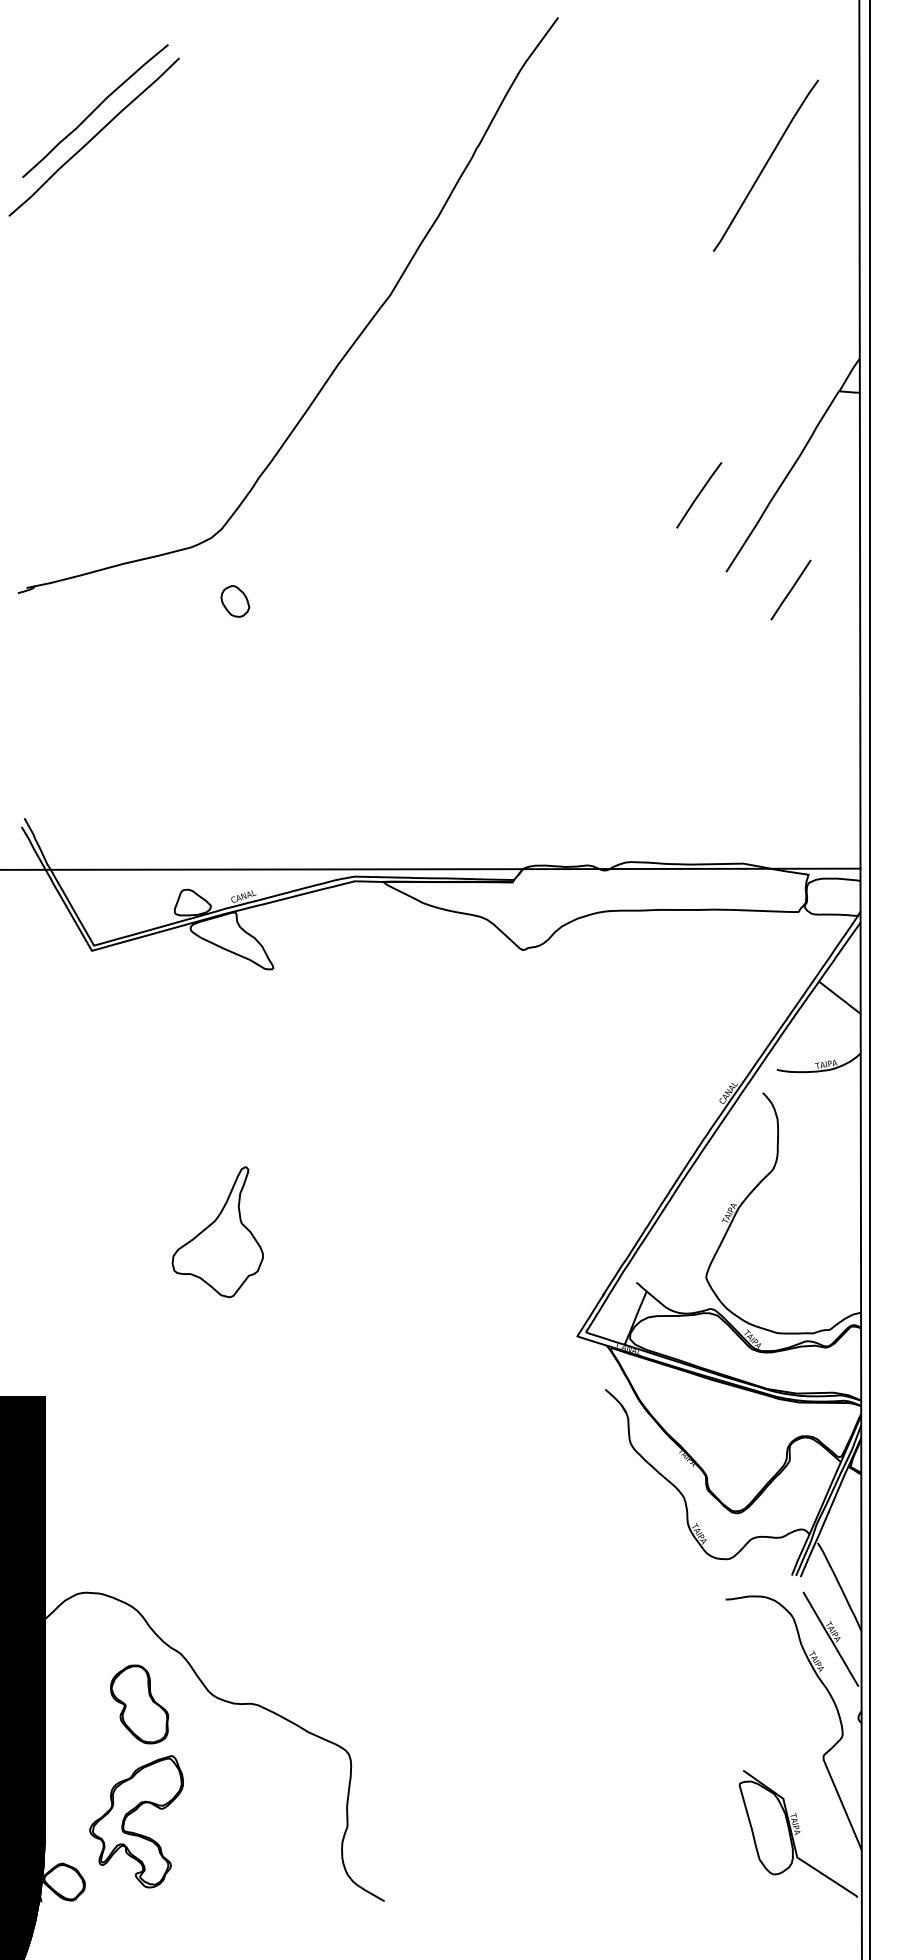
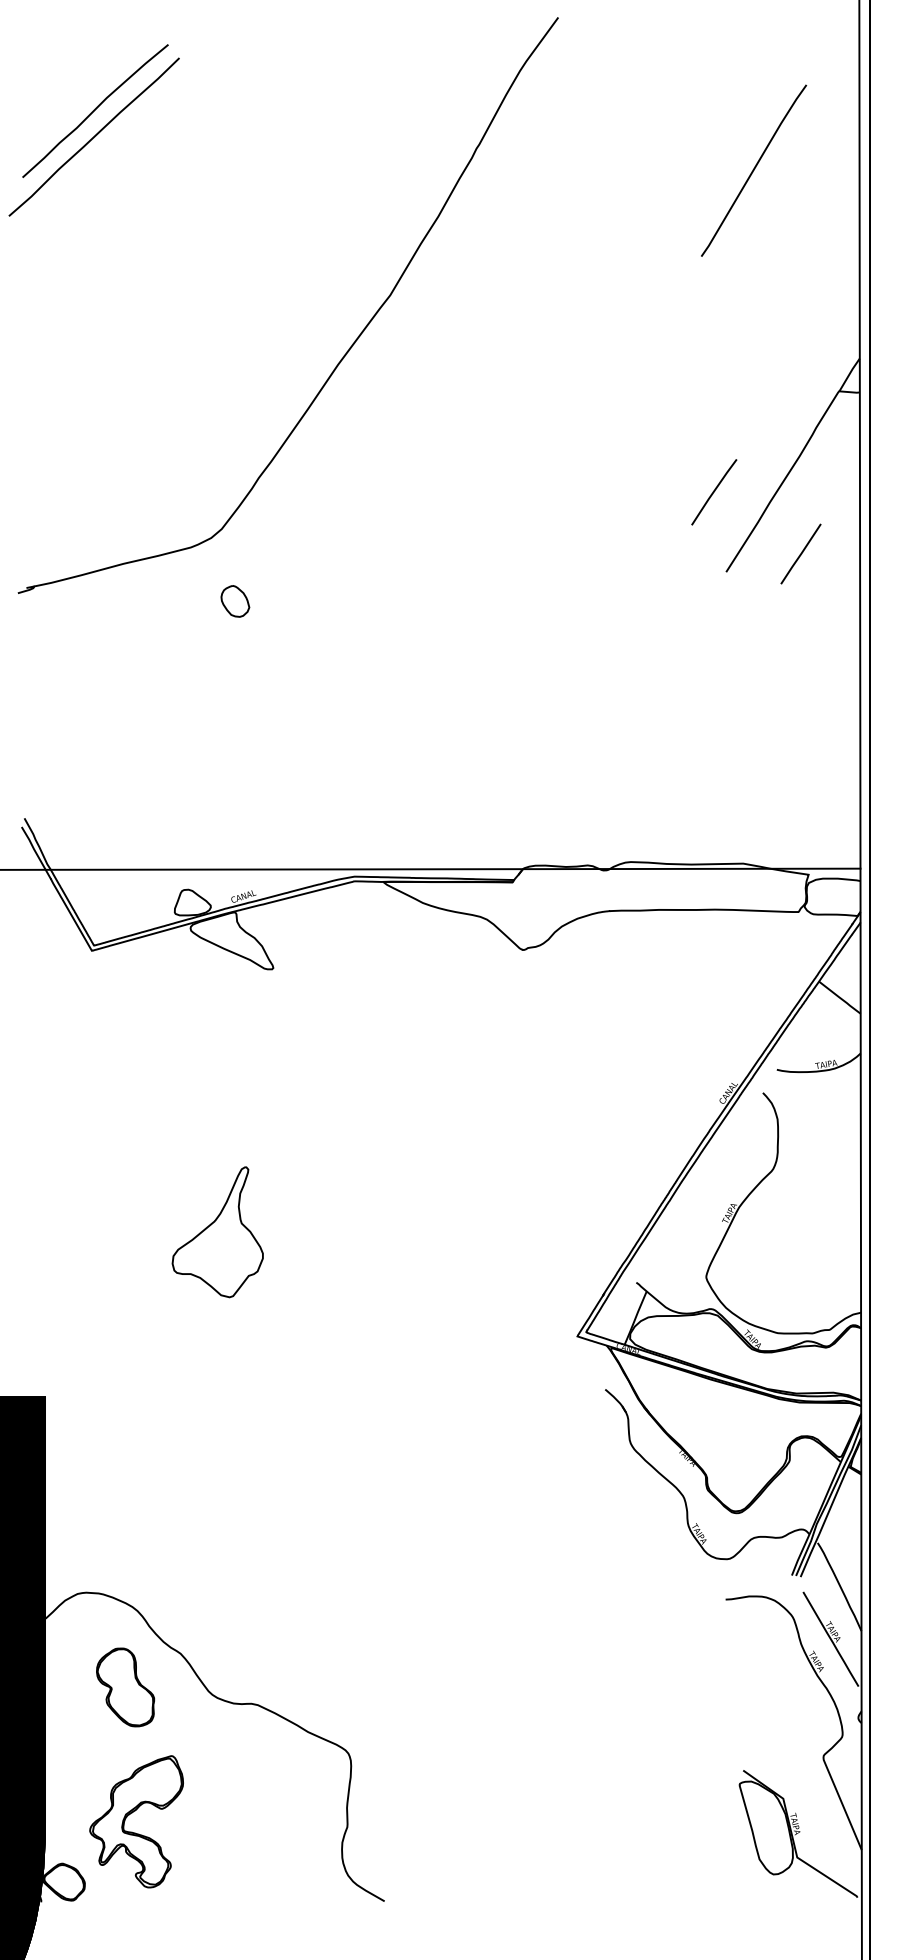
line at (766, 165) position: (766, 165) -> (754, 170)
line at (699, 495) position: (699, 495) -> (714, 492)
line at (790, 589) position: (790, 589) -> (800, 553)
part at (139, 1704) position: (139, 1704) -> (125, 1687)
